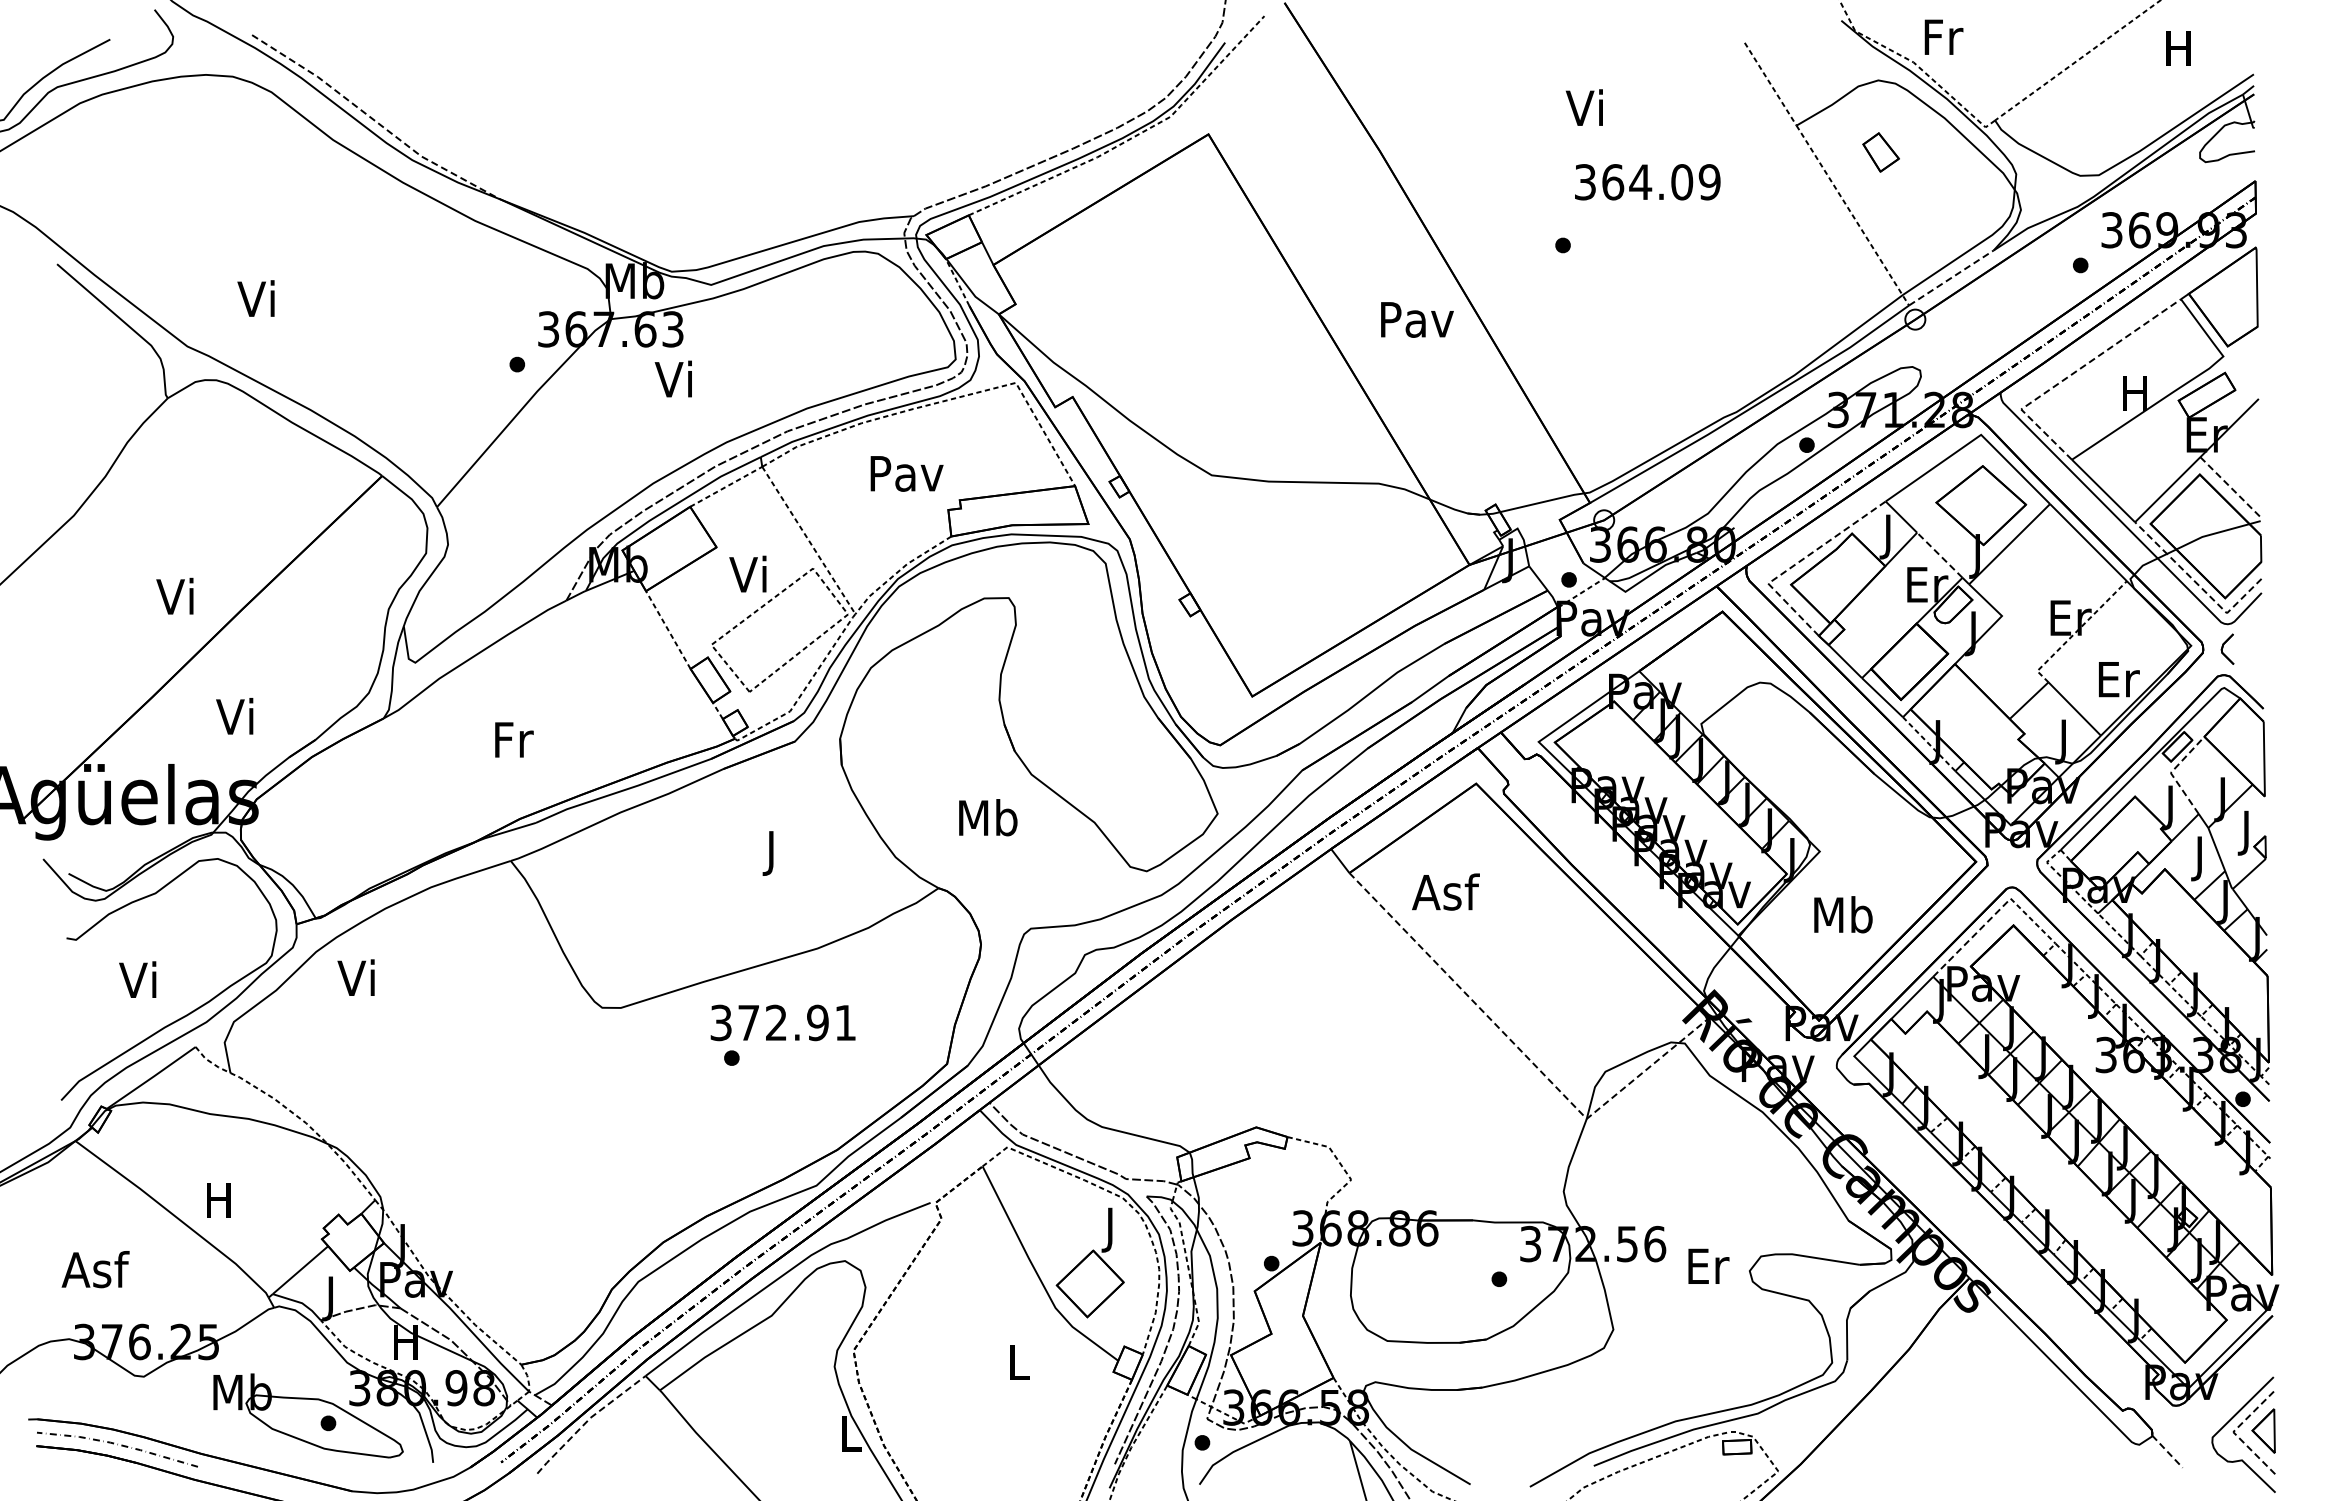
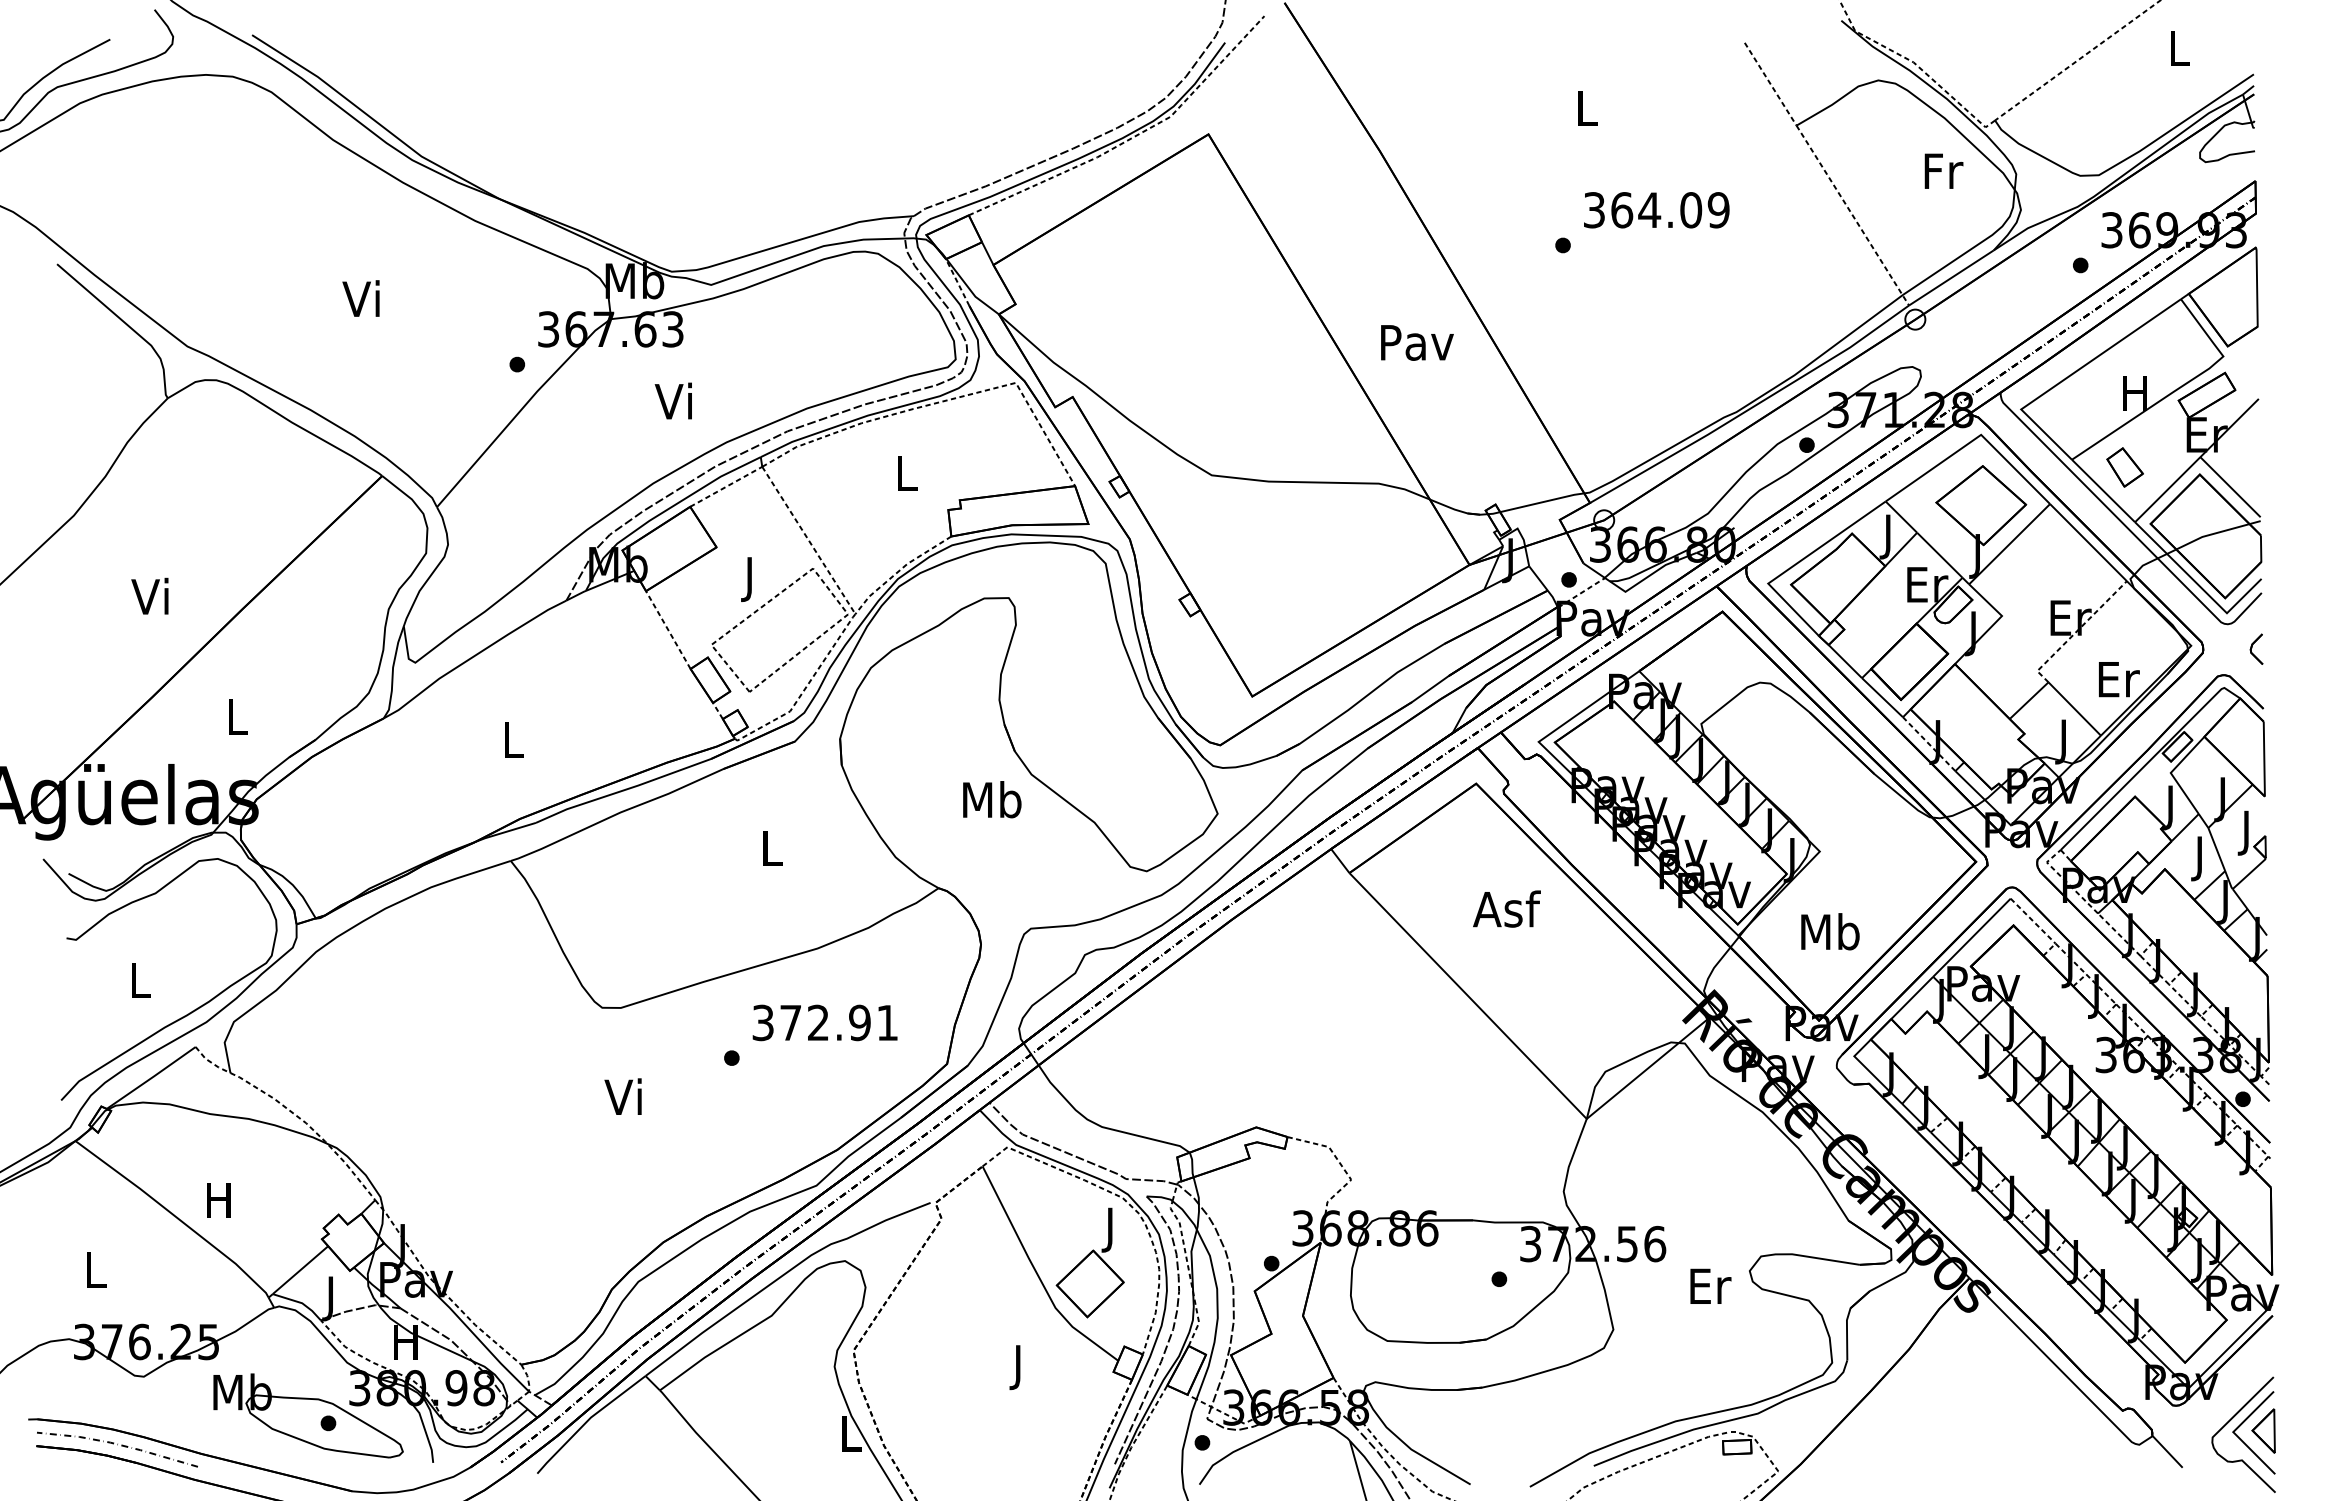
text at (1943, 36) position: (1943, 36) -> (1943, 170)
text at (2178, 48): H -> L
text at (1583, 107): Vi -> L
line at (374, 120): dashed -> solid
part at (1880, 152) position: (1880, 152) -> (2124, 467)
text at (1647, 182) position: (1647, 182) -> (1656, 210)
line at (1951, 277): dashed -> solid
text at (255, 298) position: (255, 298) -> (360, 298)
text at (1417, 319) position: (1417, 319) -> (1417, 342)
line at (2071, 374): dashed -> solid
text at (672, 378) position: (672, 378) -> (672, 400)
text at (906, 473): Pav -> L
line at (2230, 487): dashed -> solid
line at (1939, 555): dashed -> solid
line at (1796, 563): dashed -> solid
text at (747, 578): Vi -> J
line at (2198, 585): dashed -> solid
text at (174, 595) position: (174, 595) -> (149, 595)
part at (2227, 648) position: (2227, 648) -> (2256, 648)
text at (234, 716): Vi -> L
text at (514, 739): Fr -> L
line at (2170, 773): dashed -> solid
text at (988, 817) position: (988, 817) -> (992, 799)
text at (772, 853): J -> L
text at (1445, 891) position: (1445, 891) -> (1506, 908)
text at (1843, 914) position: (1843, 914) -> (1830, 931)
line at (1972, 937): dashed -> solid
text at (355, 977) position: (355, 977) -> (622, 1096)
text at (137, 979): Vi -> L
text at (782, 1022) position: (782, 1022) -> (824, 1022)
line at (1524, 1054): dashed -> solid
text at (1708, 1265) position: (1708, 1265) -> (1710, 1285)
text at (95, 1269): Asf -> L
text at (1019, 1367): L -> J
line at (587, 1421): dashed -> solid
line at (2233, 1432): dashed -> solid
line at (2167, 1452): dashed -> solid
